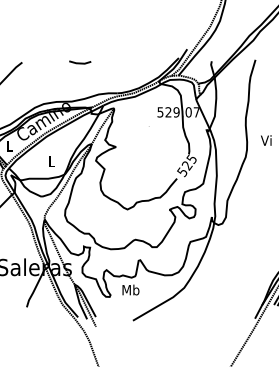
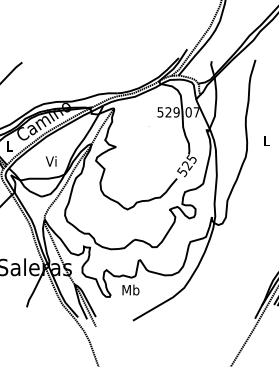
line at (80, 62): present -> none
text at (266, 140): Vi -> L
text at (50, 161): L -> Vi
